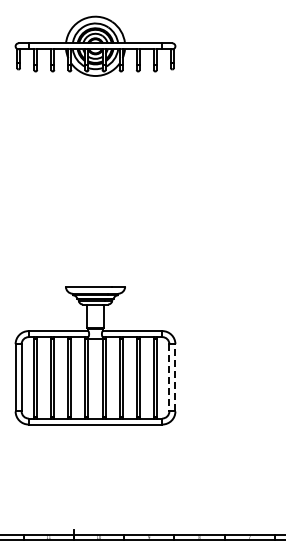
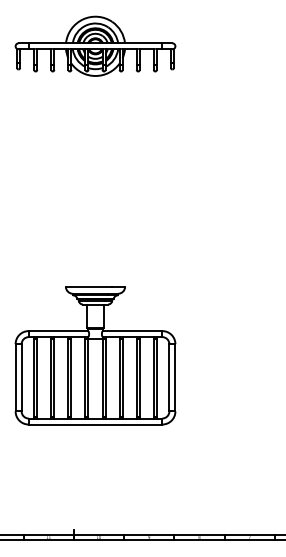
line at (169, 377): dashed -> solid
line at (175, 377): dashed -> solid
